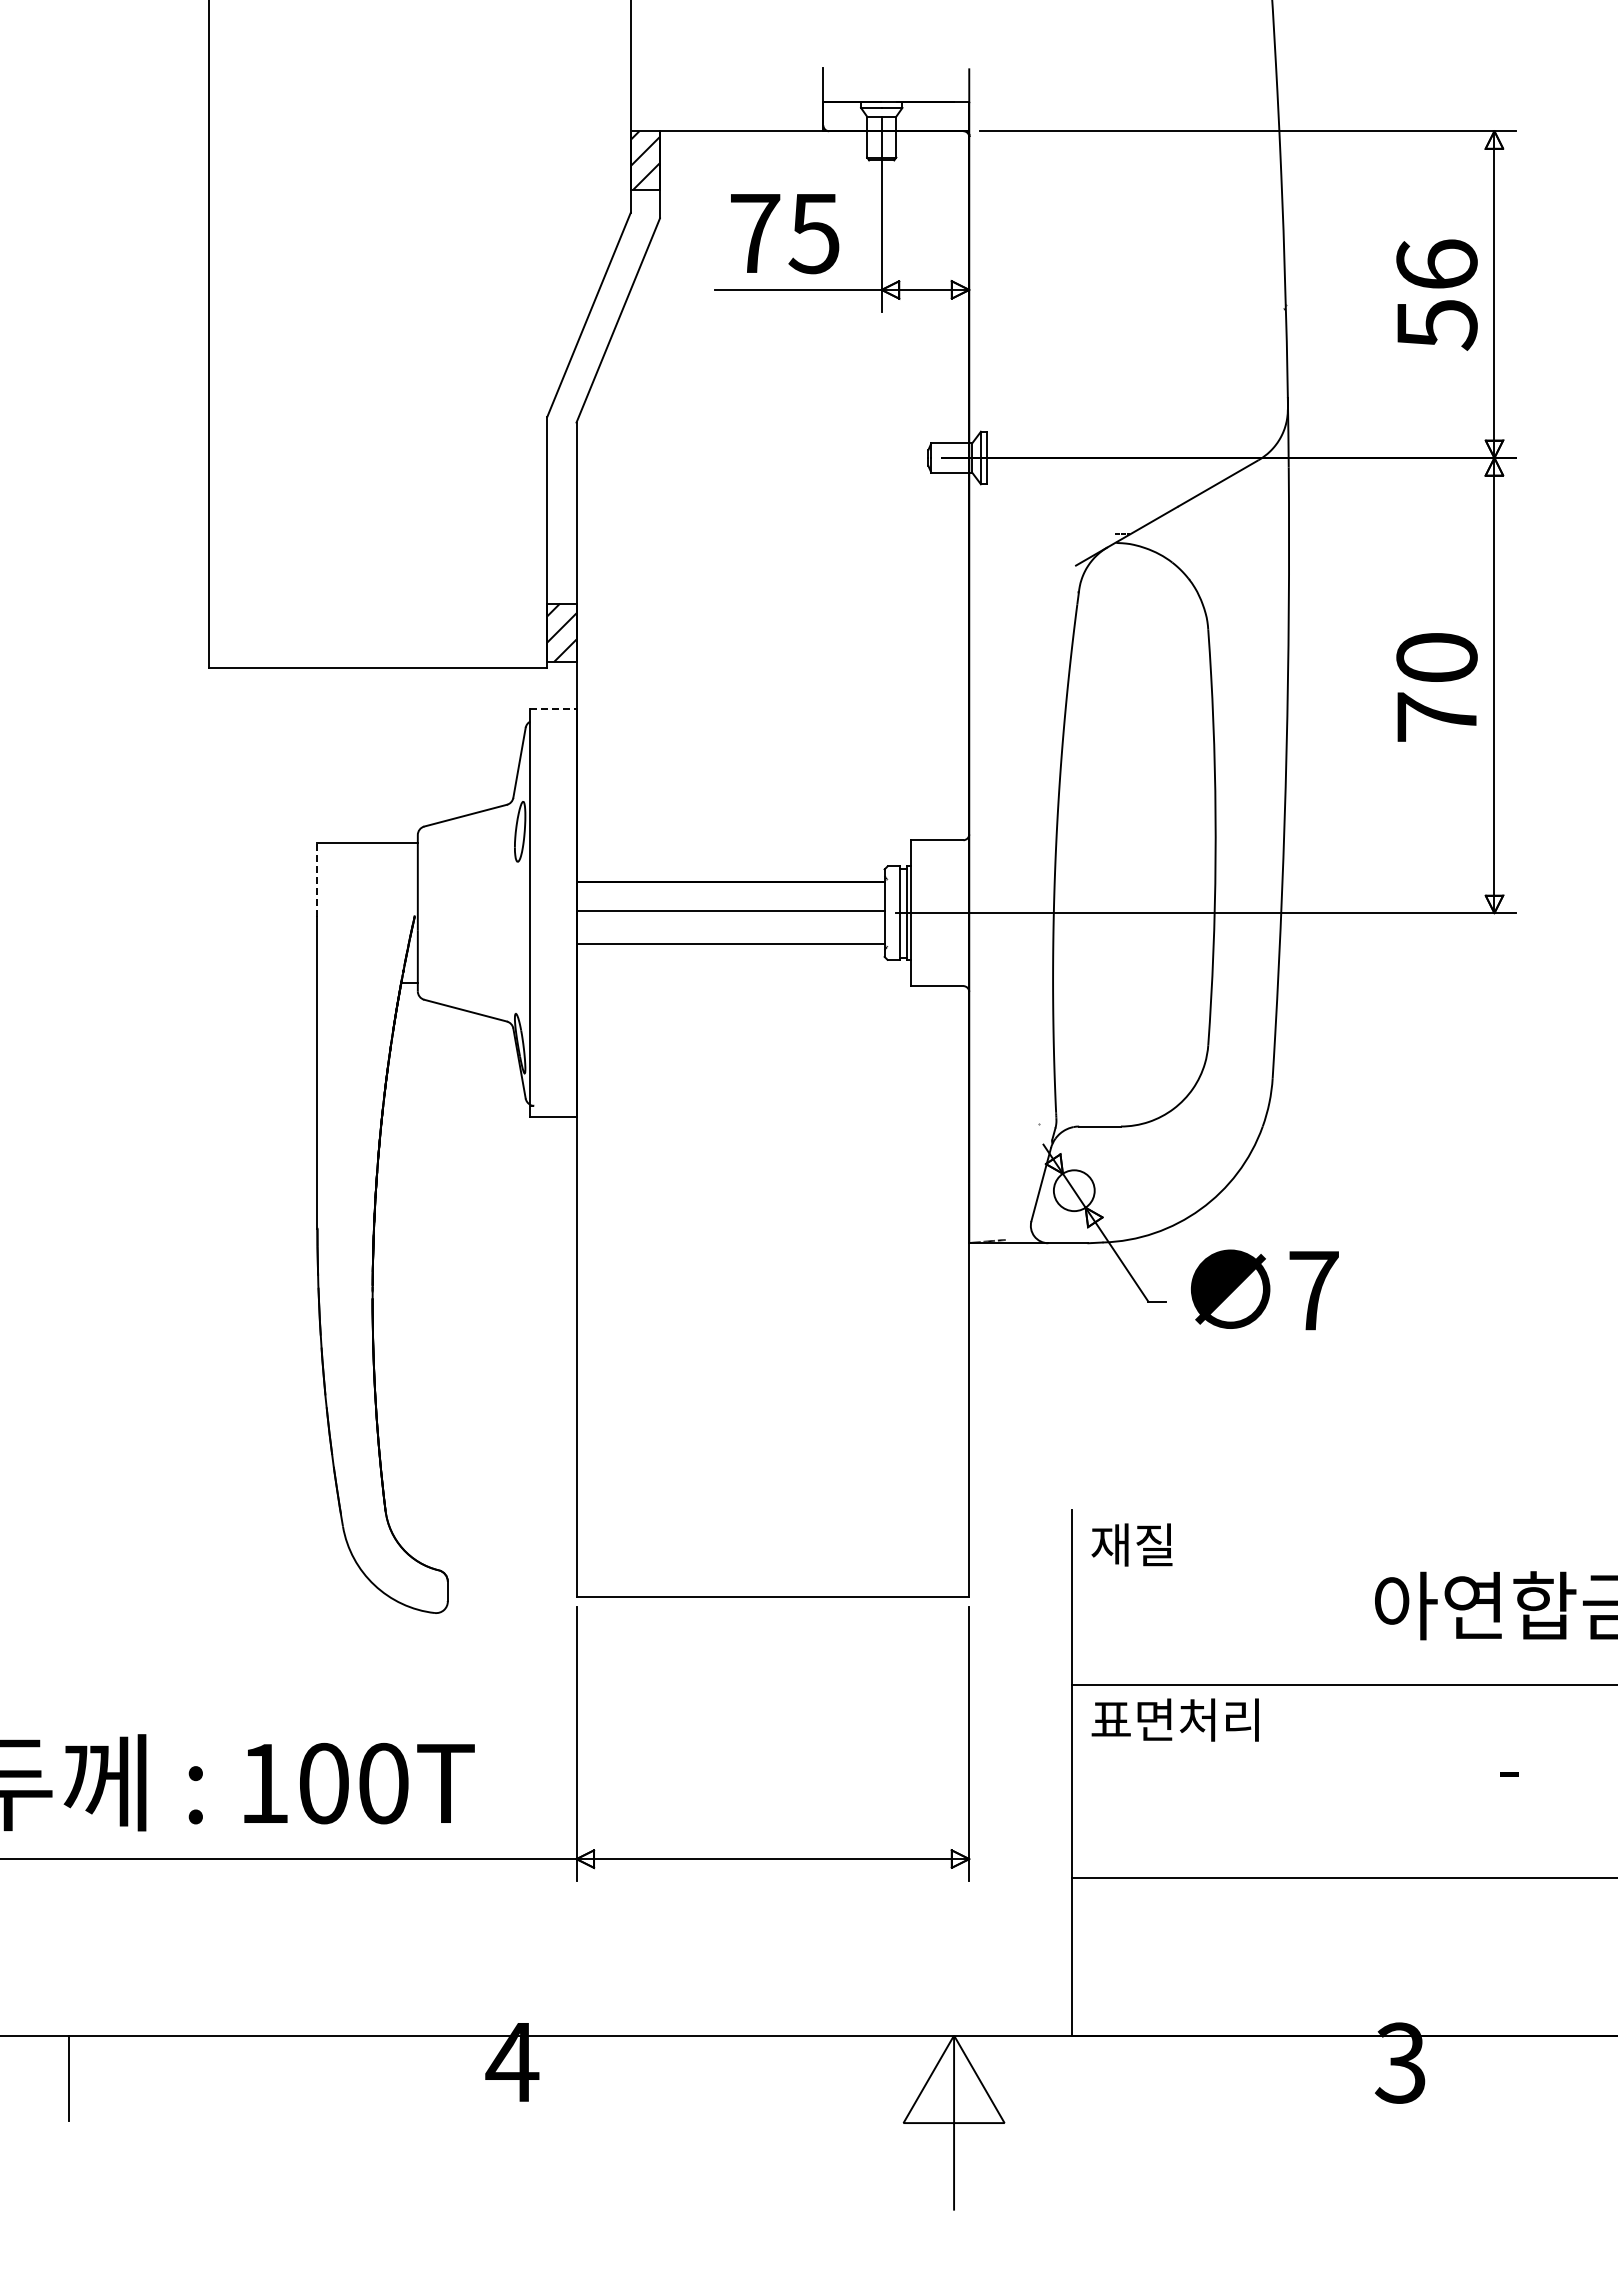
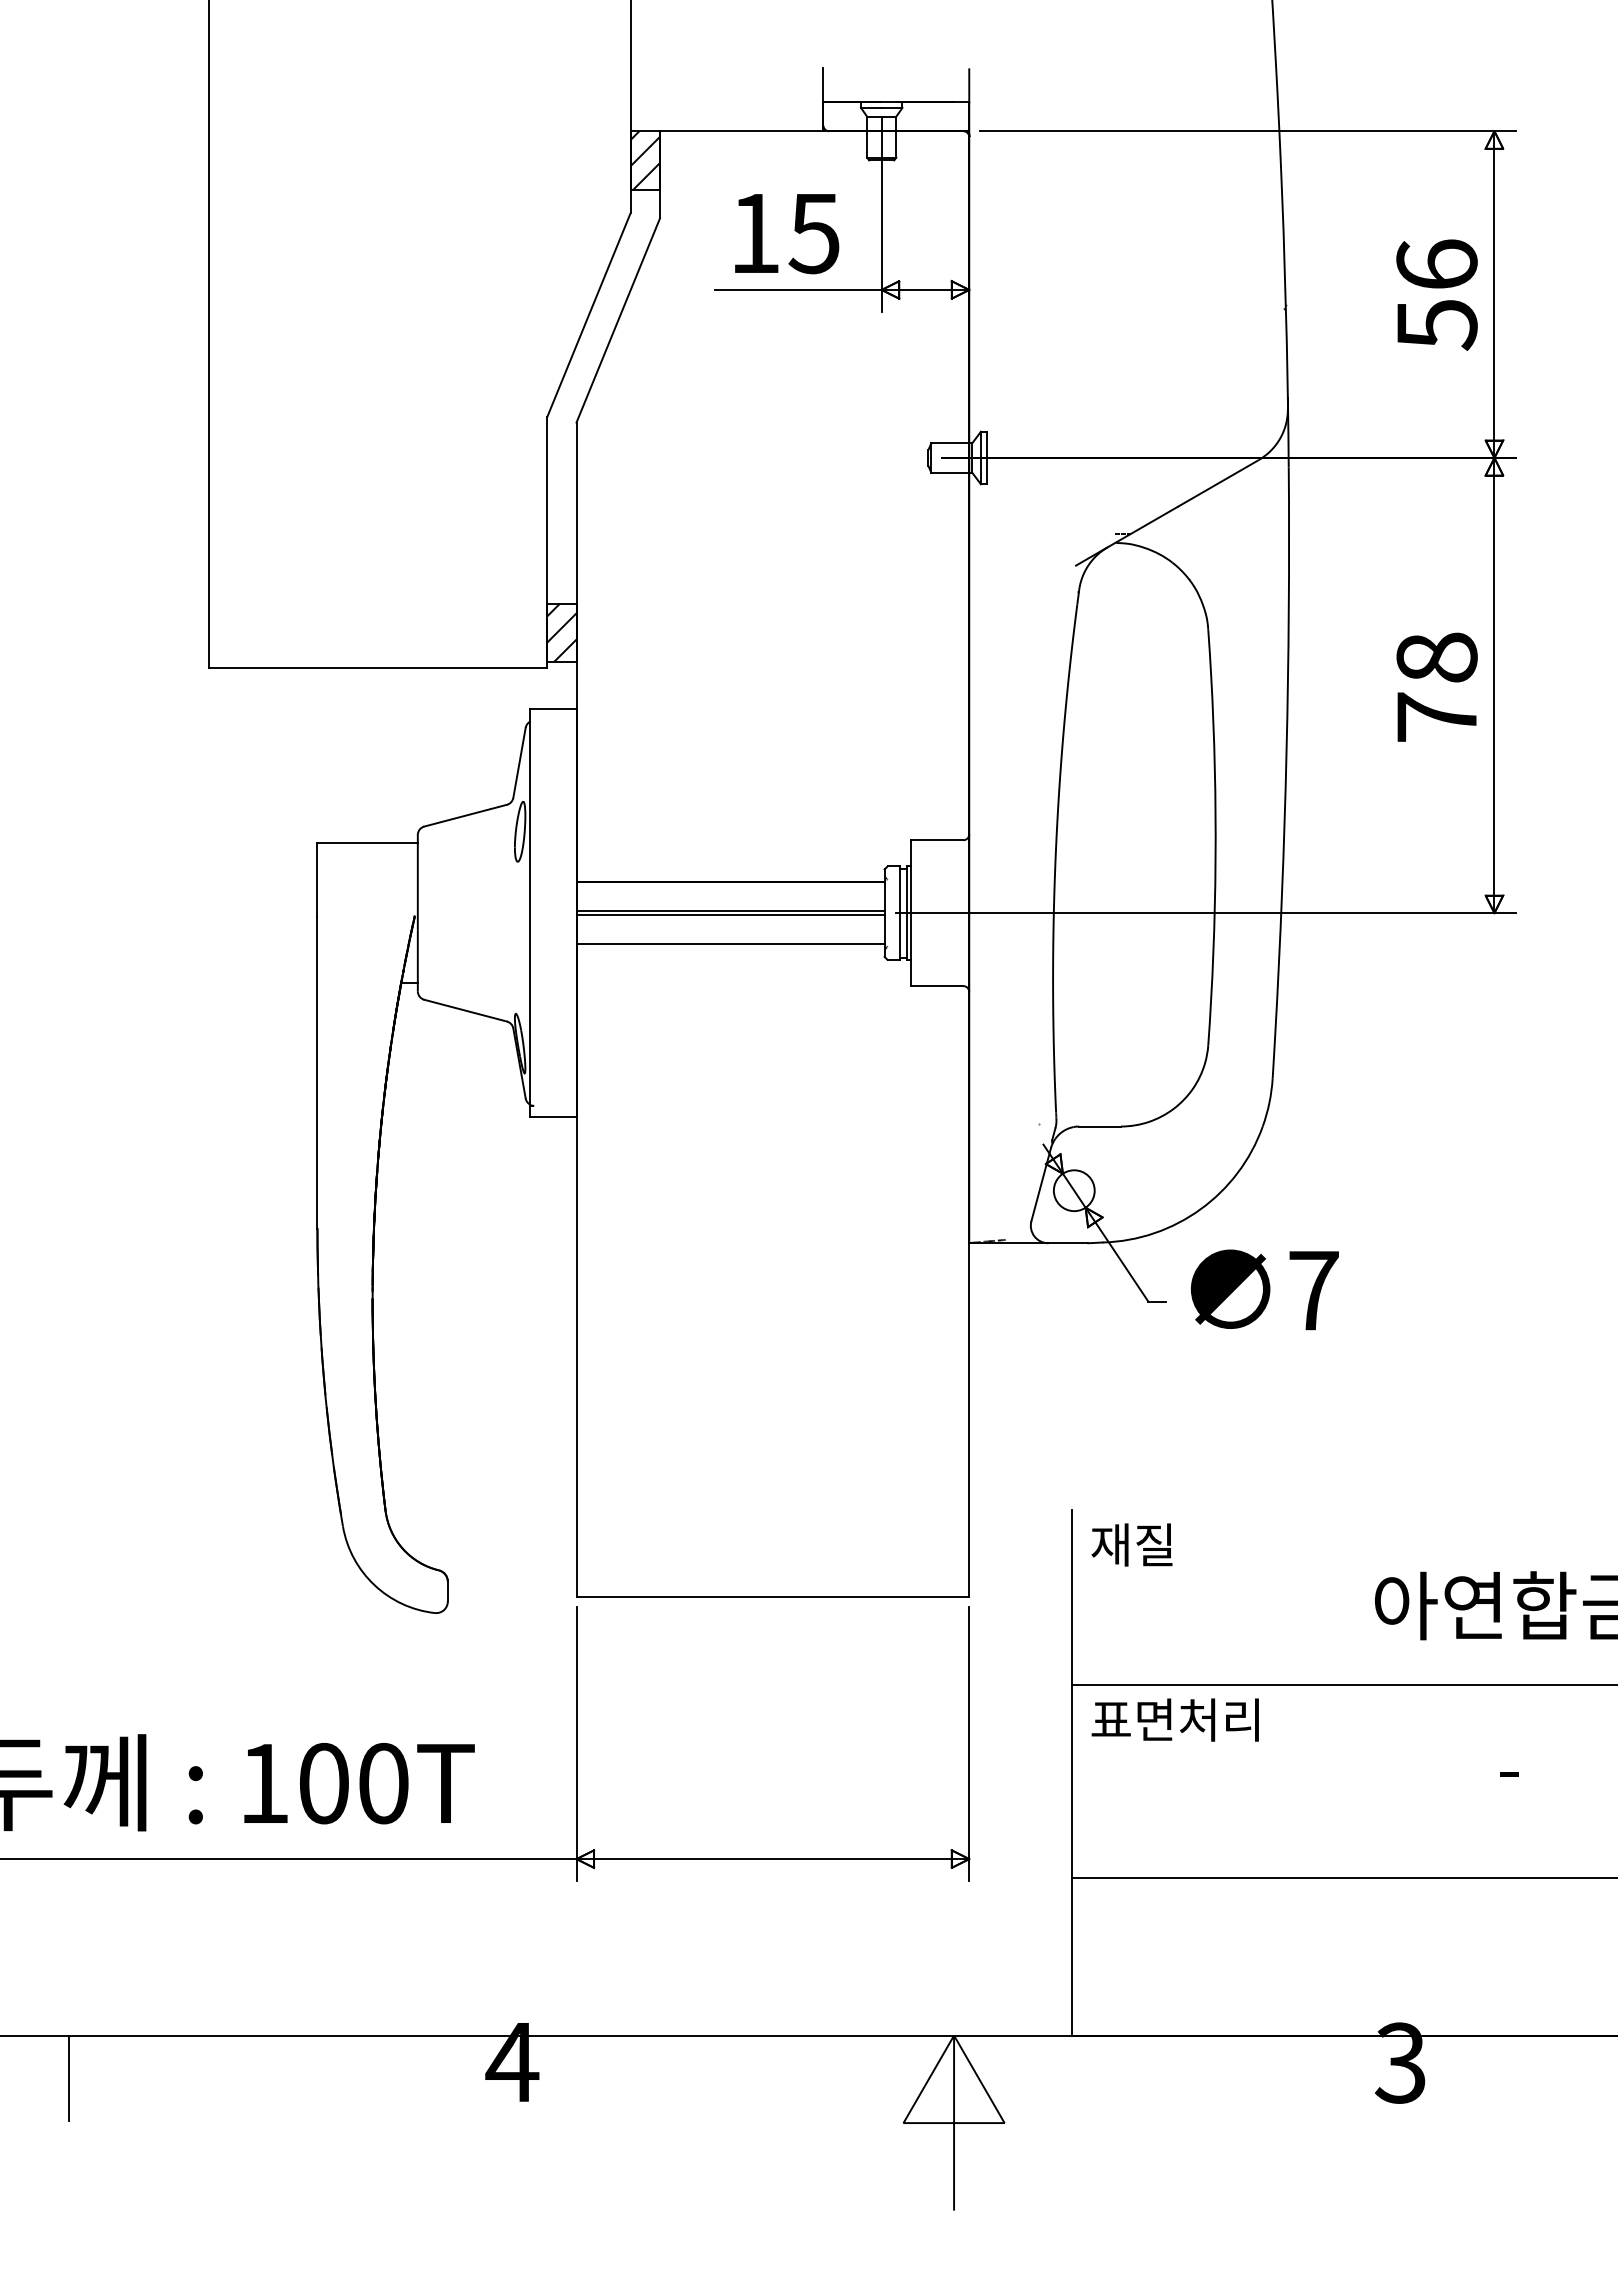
text at (755, 233): 75 -> 15
text at (1436, 657): 70 -> 78
line at (553, 708): dashed -> solid
line at (317, 879): dashed -> solid
line at (730, 915): none -> present
